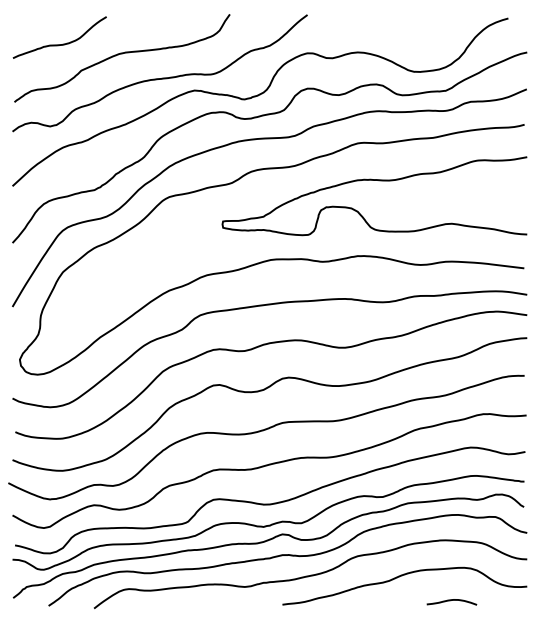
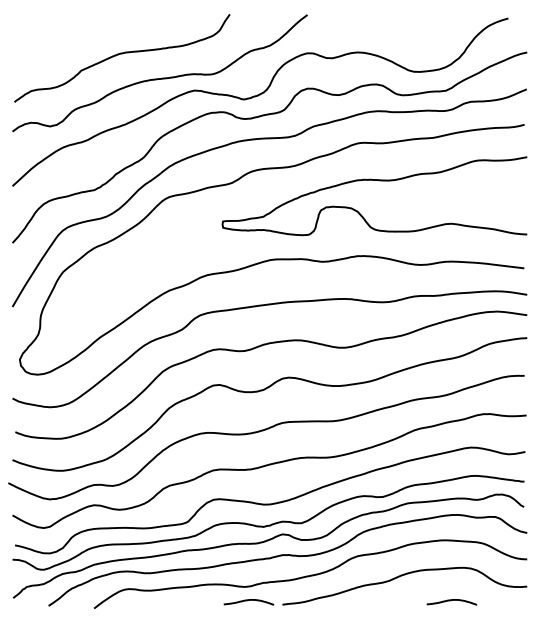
curve at (59, 44): present -> none
curve at (247, 601): none -> present
